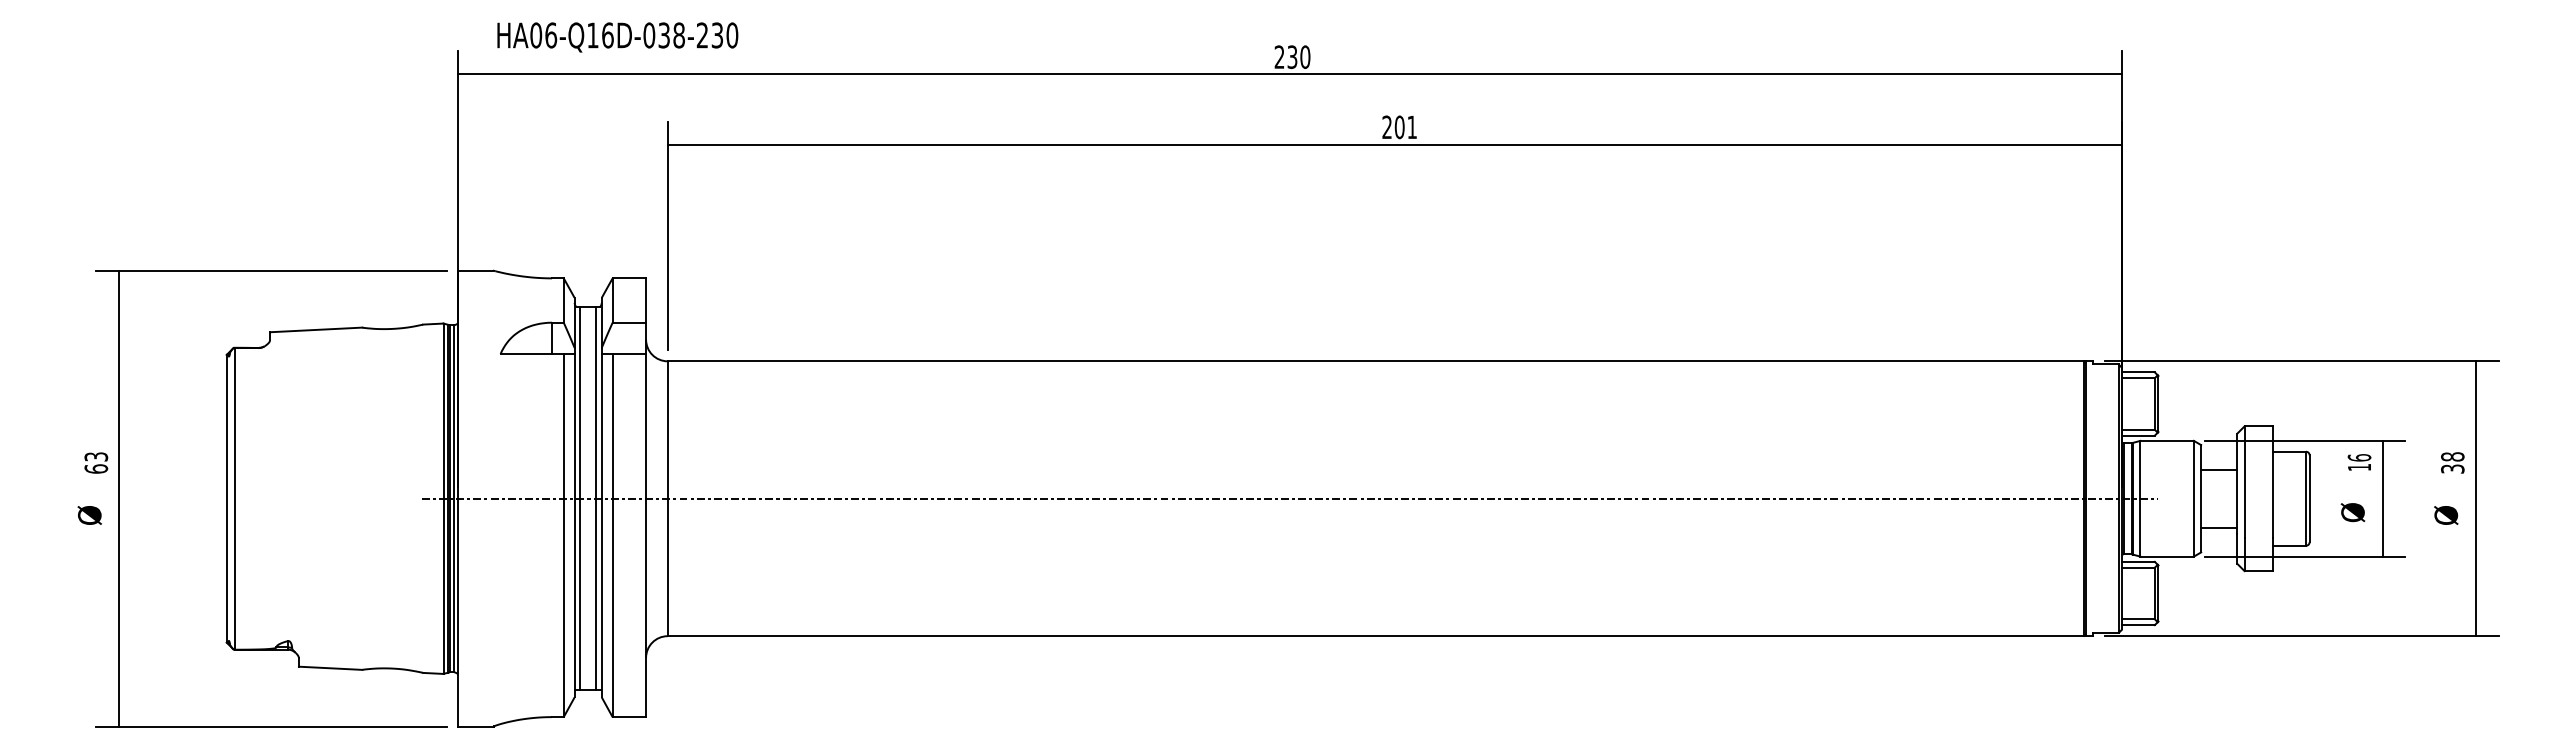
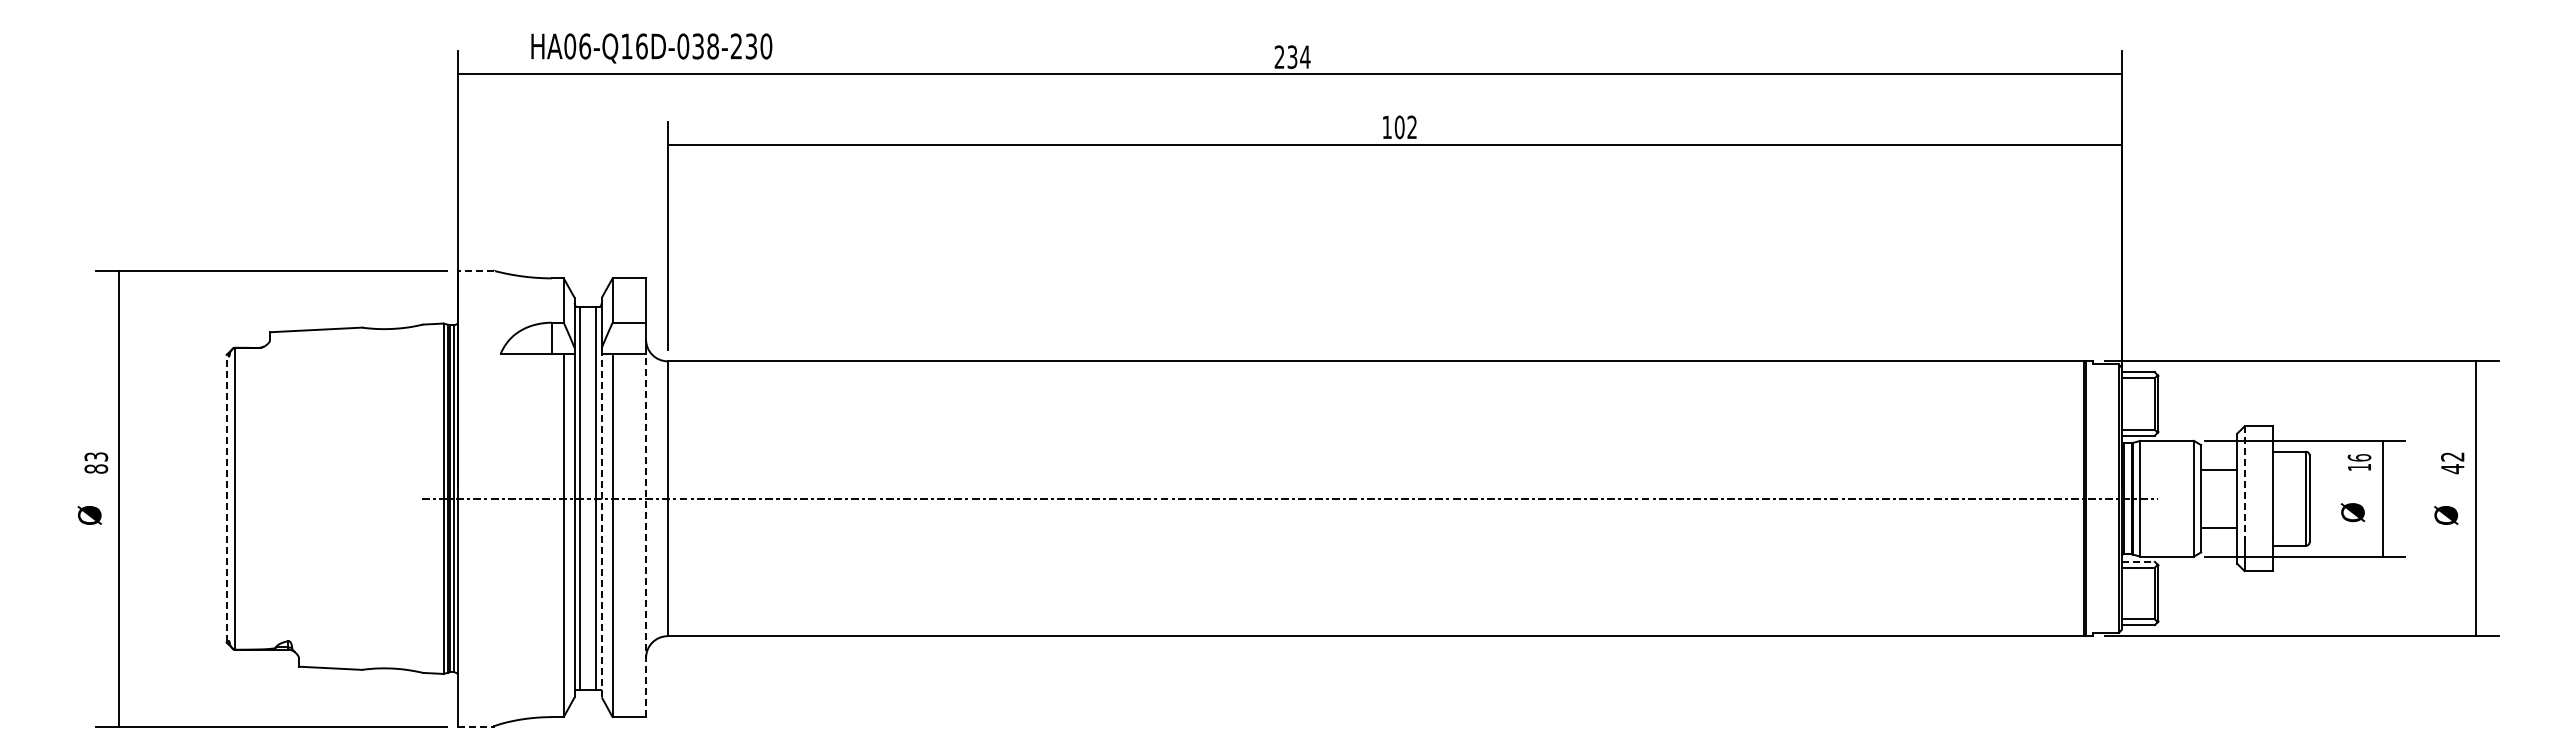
text at (617, 37) position: (617, 37) -> (651, 48)
text at (1305, 56): 230 -> 234
text at (1399, 126): 201 -> 102
line at (475, 270): solid -> dashed
text at (2452, 463): 38 -> 42
text at (95, 468): 63 -> 83
line at (2244, 482): solid -> dashed
line at (226, 498): solid -> dashed
line at (601, 525): solid -> dashed
line at (646, 535): solid -> dashed
line at (2139, 561): solid -> dashed
line at (476, 726): solid -> dashed
